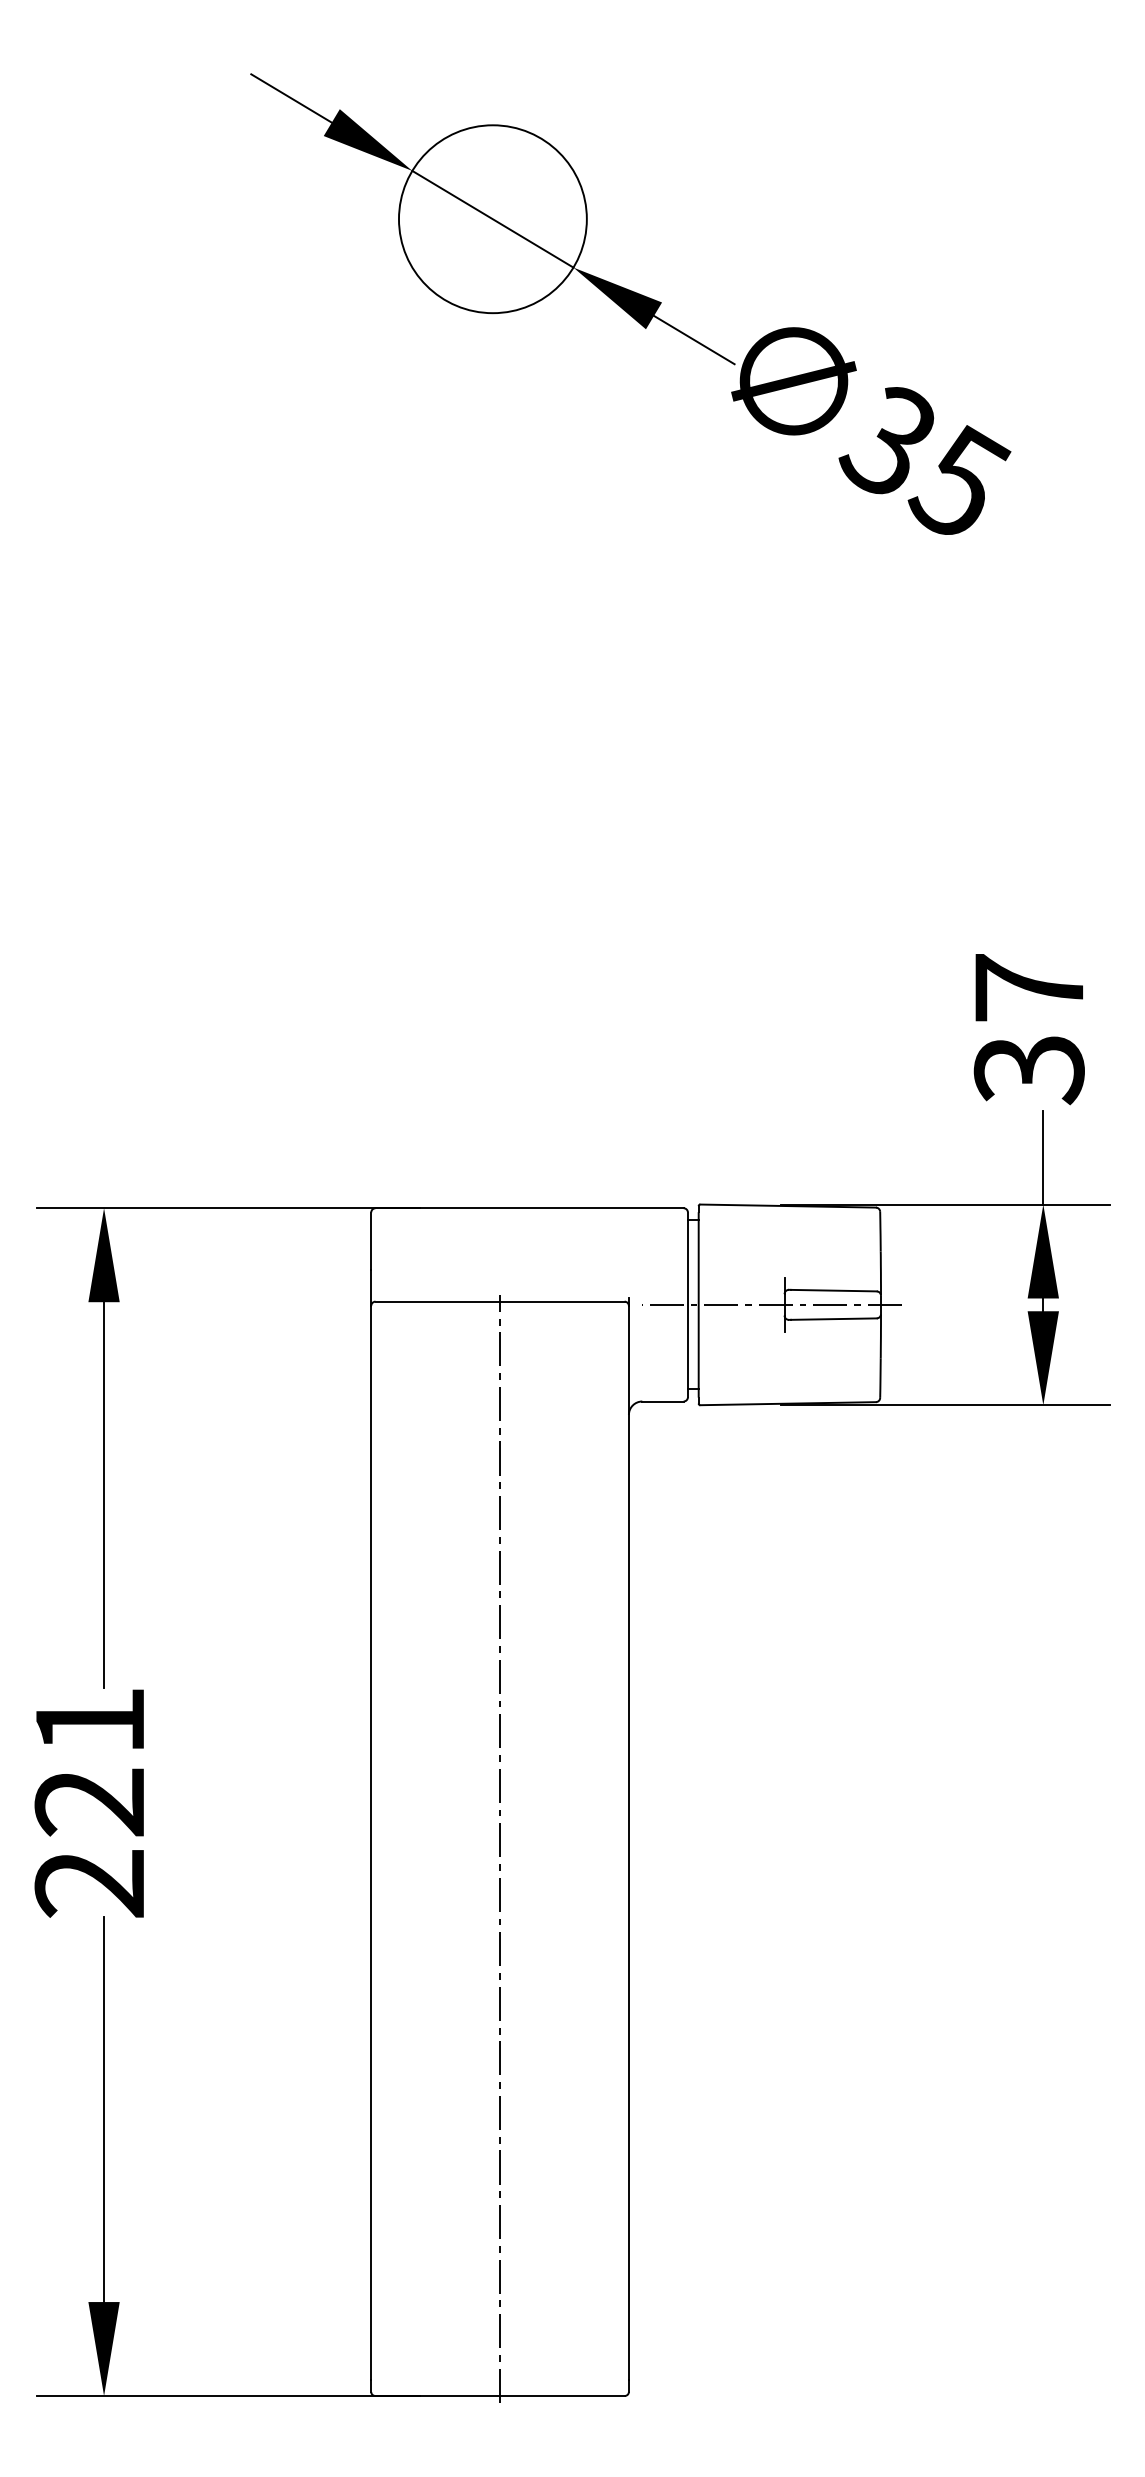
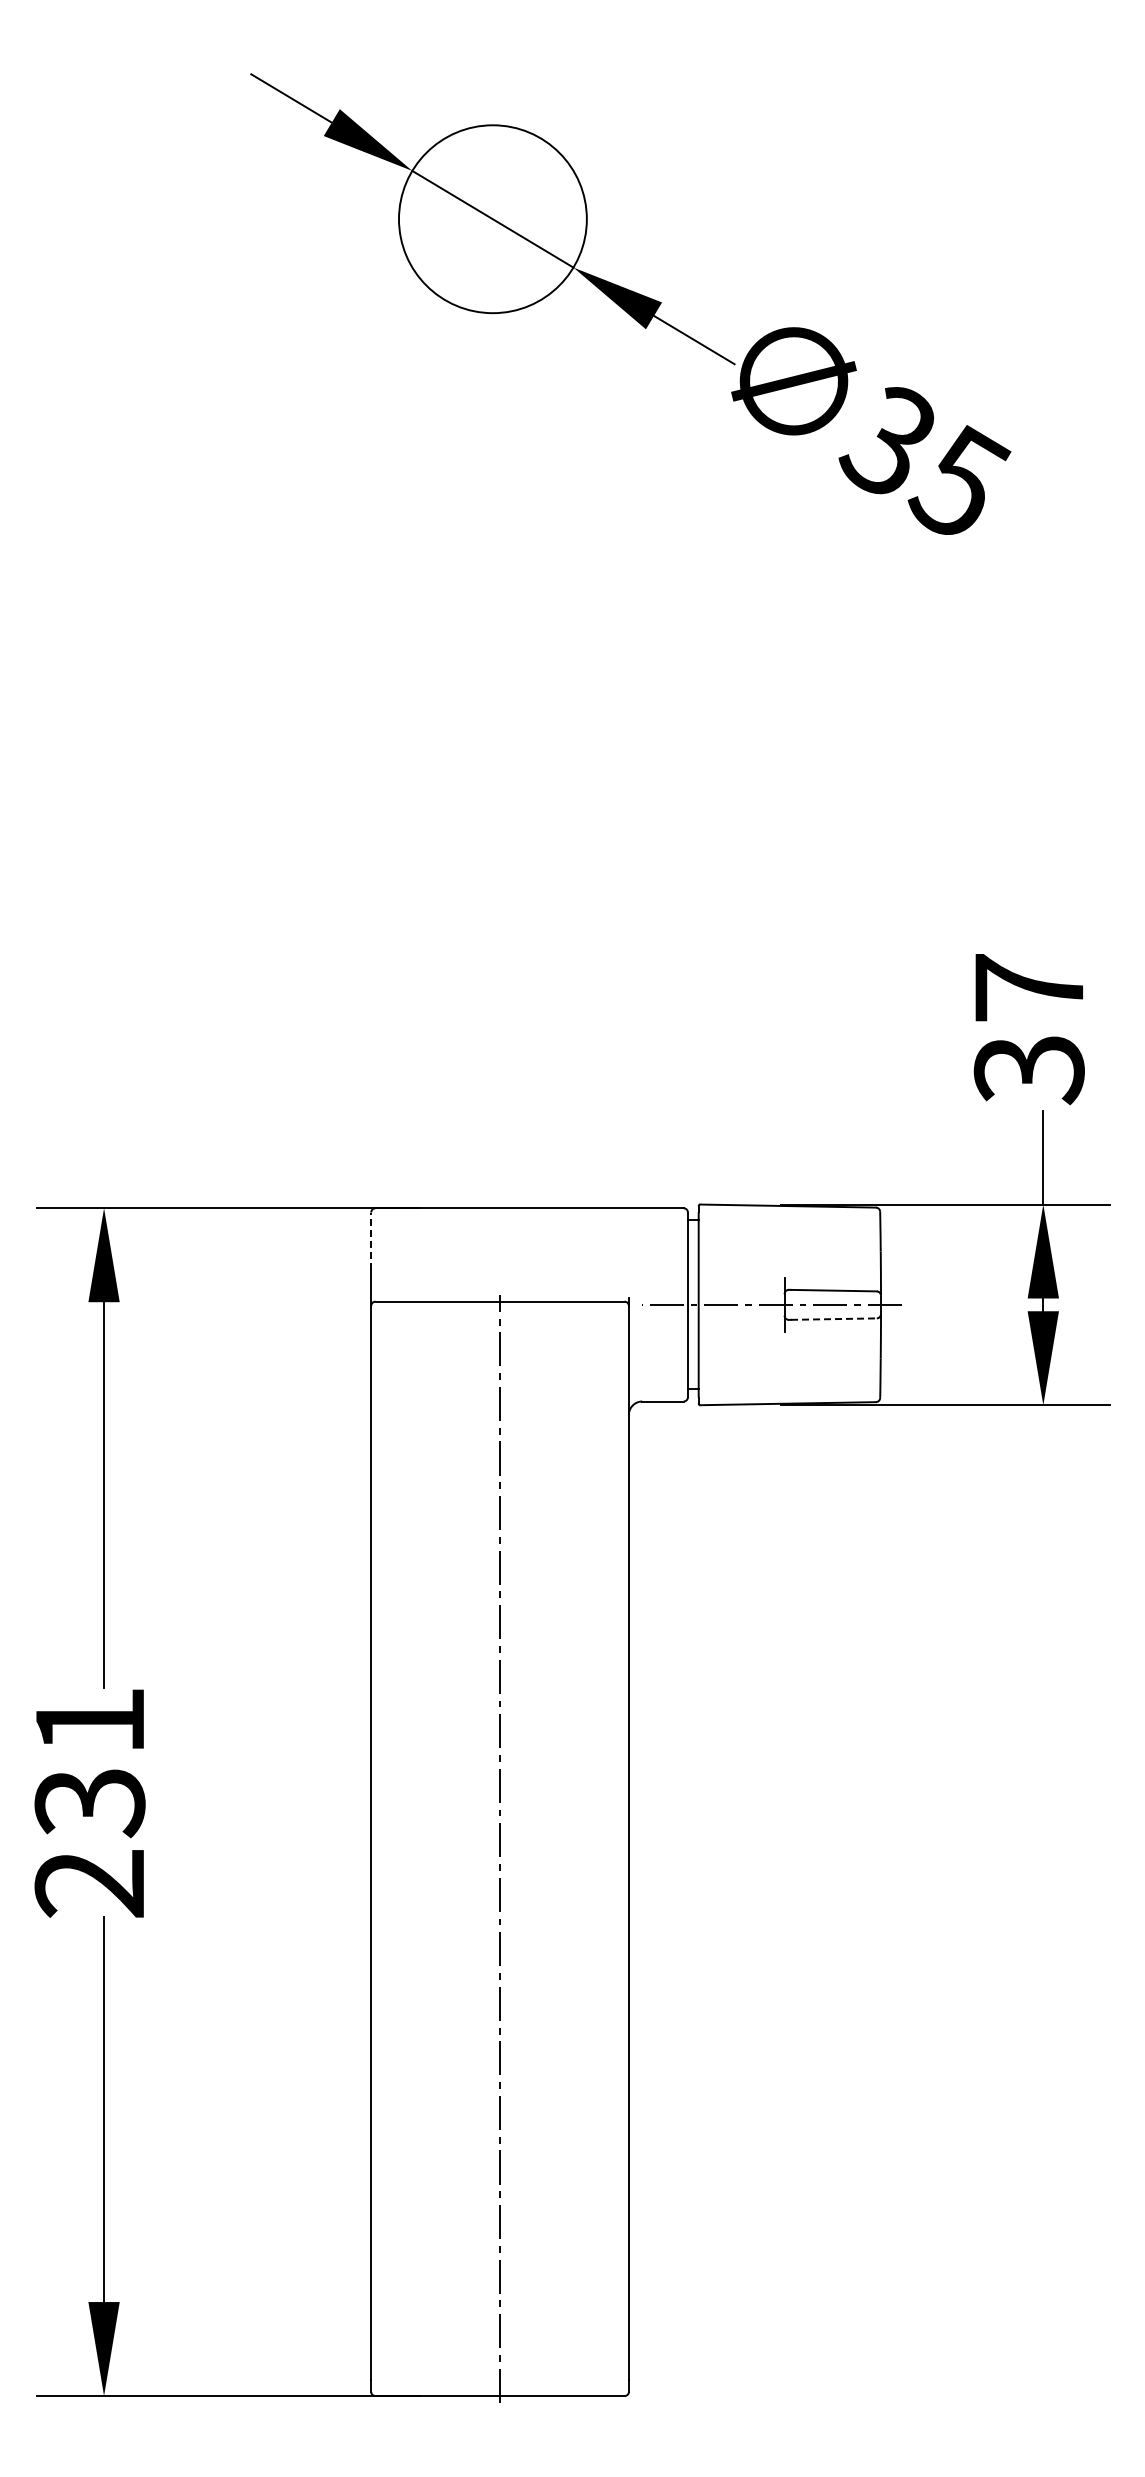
line at (371, 1241): solid -> dashed
line at (833, 1319): solid -> dashed
text at (89, 1803): 221 -> 231
